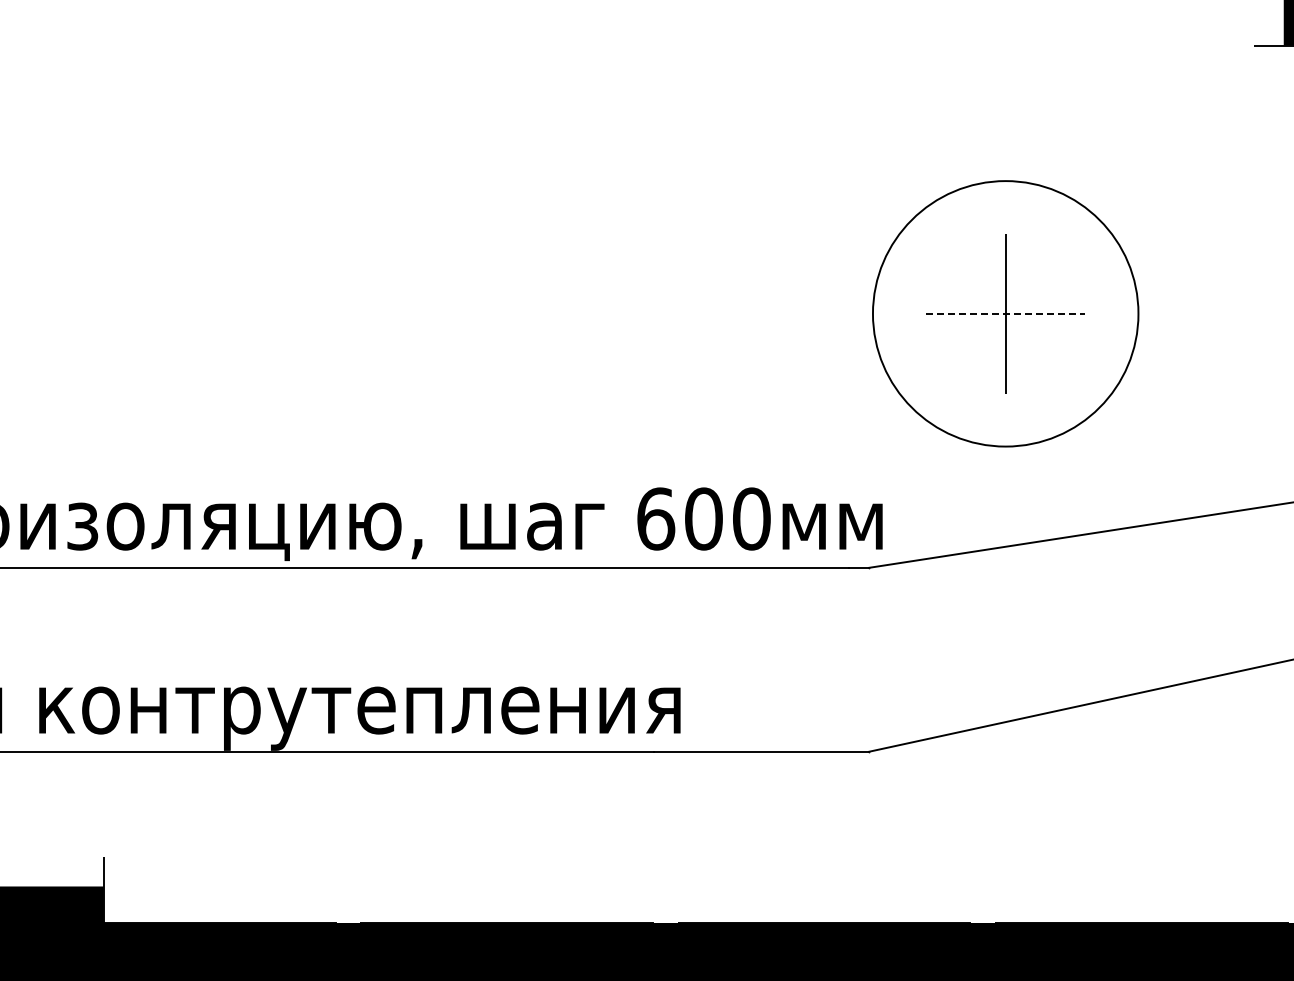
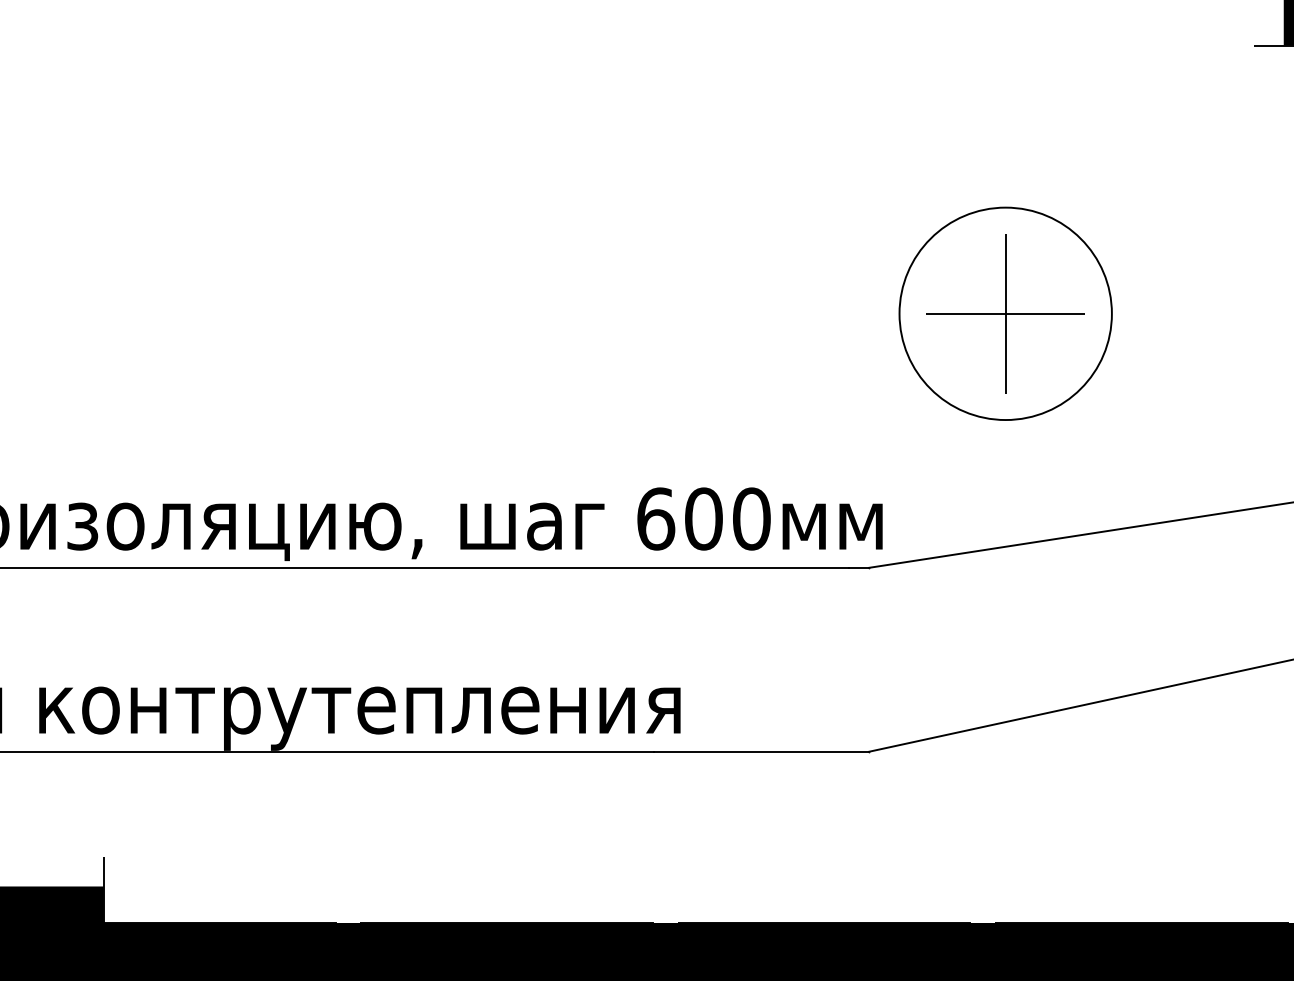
circle at (1005, 313) diameter: 265 px -> 212 px
line at (1005, 313): dashed -> solid
